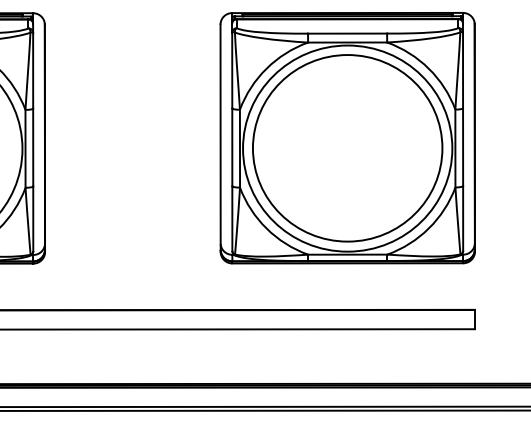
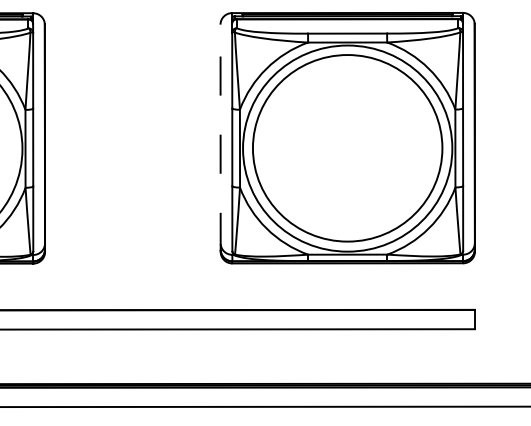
line at (220, 138): solid -> dashed
line at (264, 410): present -> none
